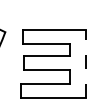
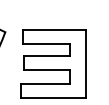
line at (85, 63): dashed -> solid
